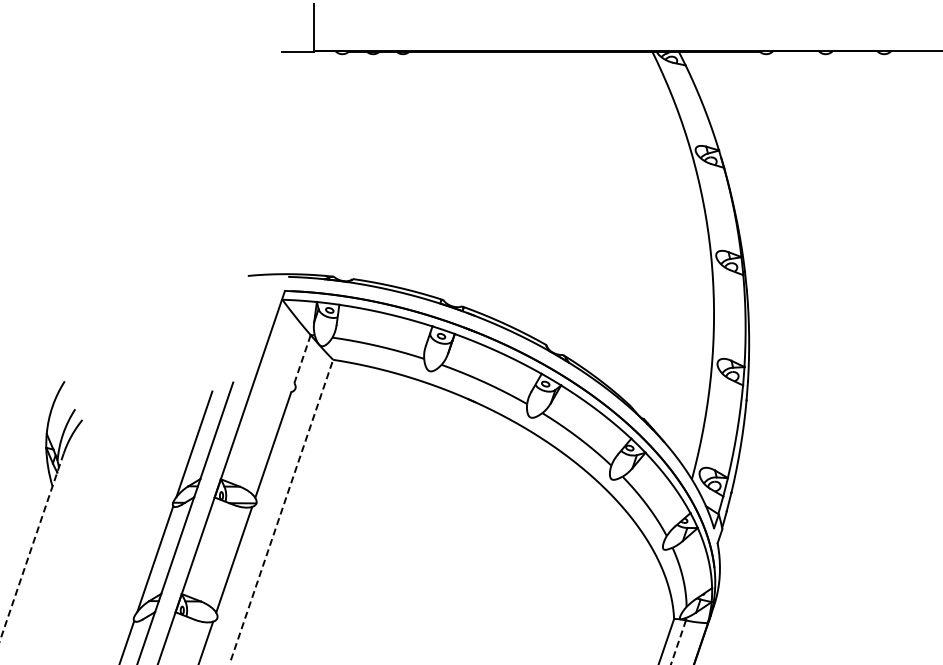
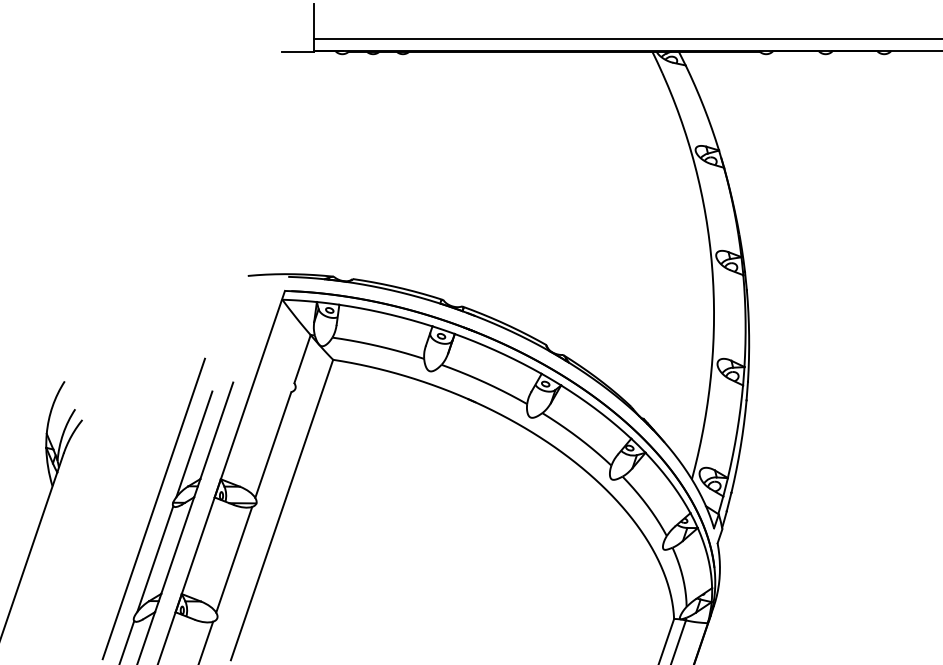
line at (626, 38): none -> present
line at (302, 359): dashed -> solid
line at (153, 508): none -> present
line at (282, 510): dashed -> solid
line at (31, 547): dashed -> solid
line at (678, 642): dashed -> solid
